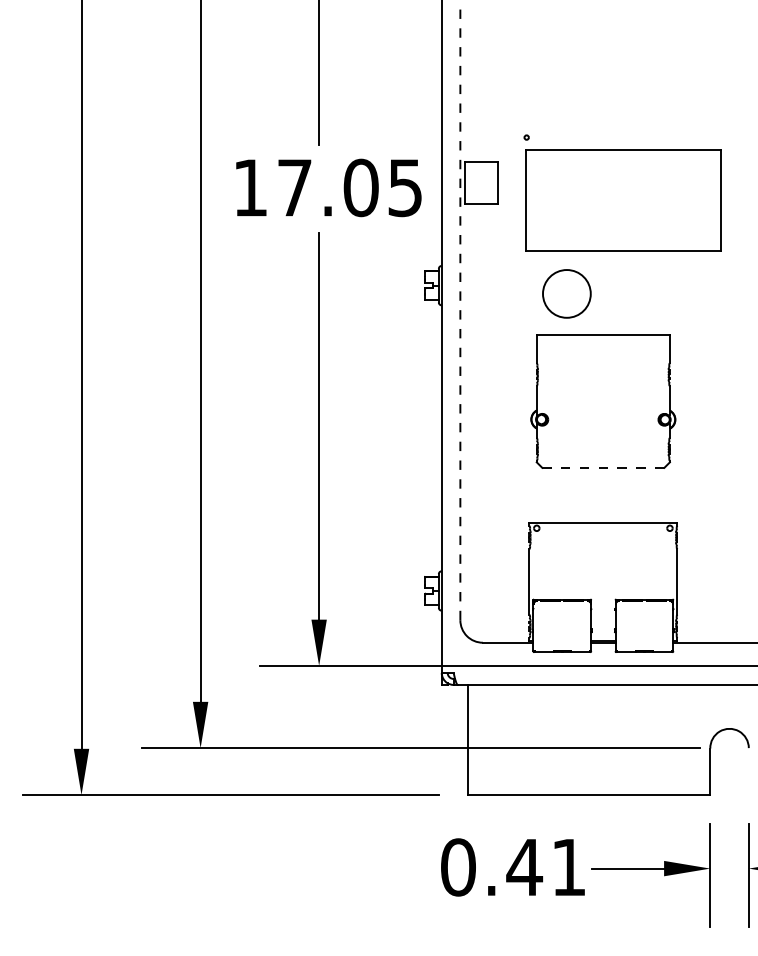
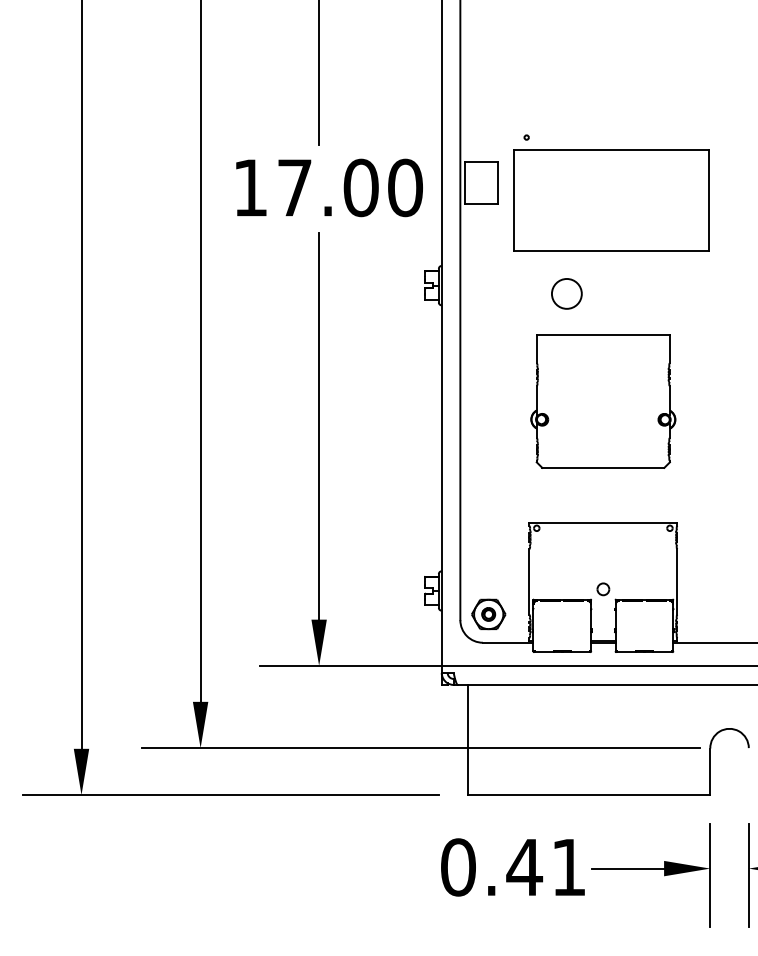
text at (405, 187): 17.05 -> 17.00
part at (623, 200) position: (623, 200) -> (611, 200)
circle at (566, 293) diameter: 48 px -> 30 px
line at (460, 310): dashed -> solid
line at (602, 467): dashed -> solid
part at (603, 589): none -> present
part at (488, 614): none -> present
